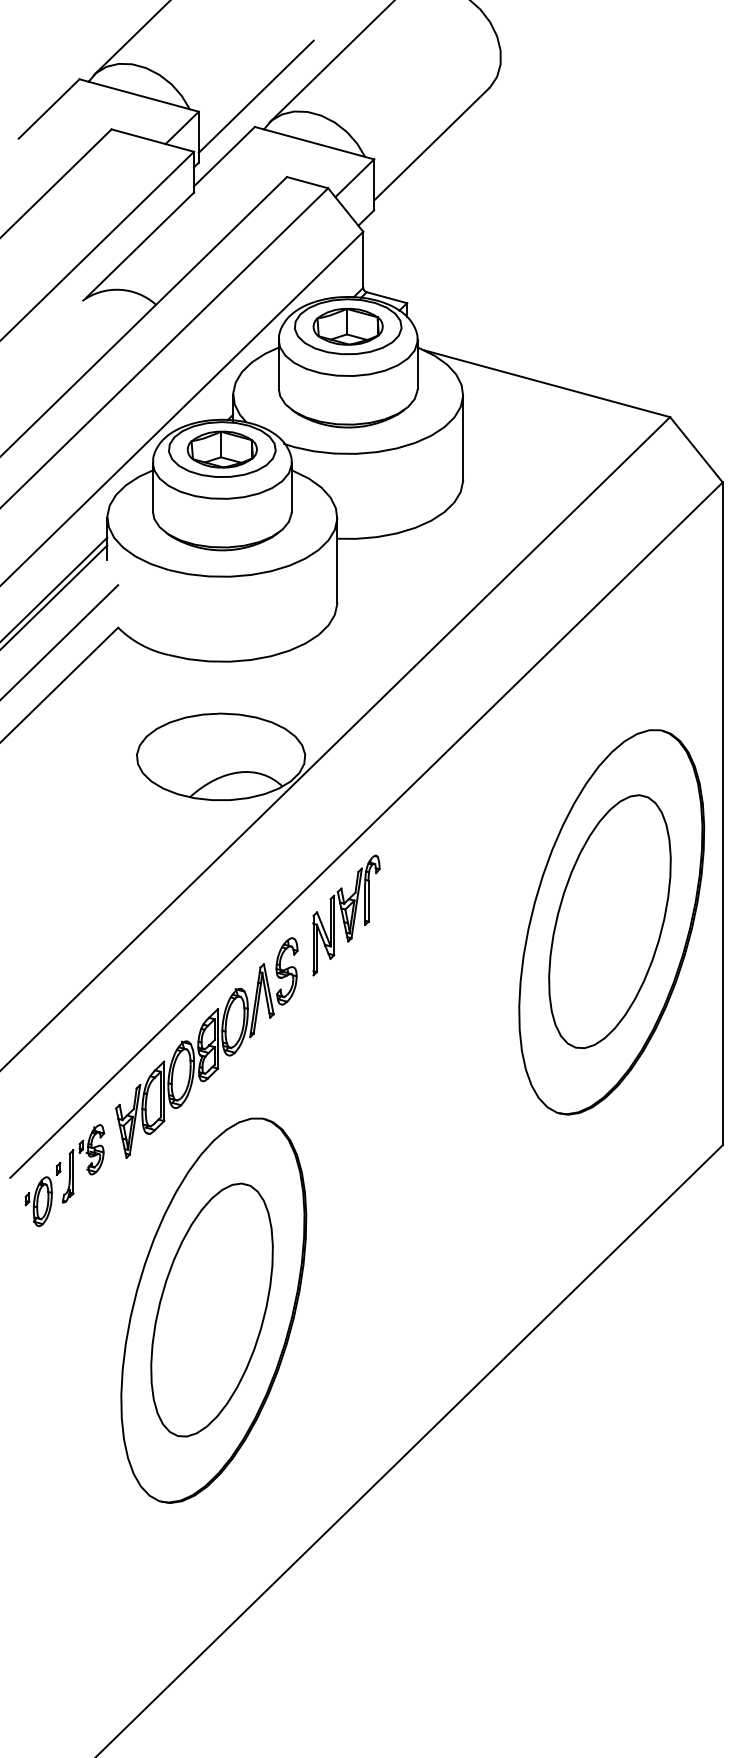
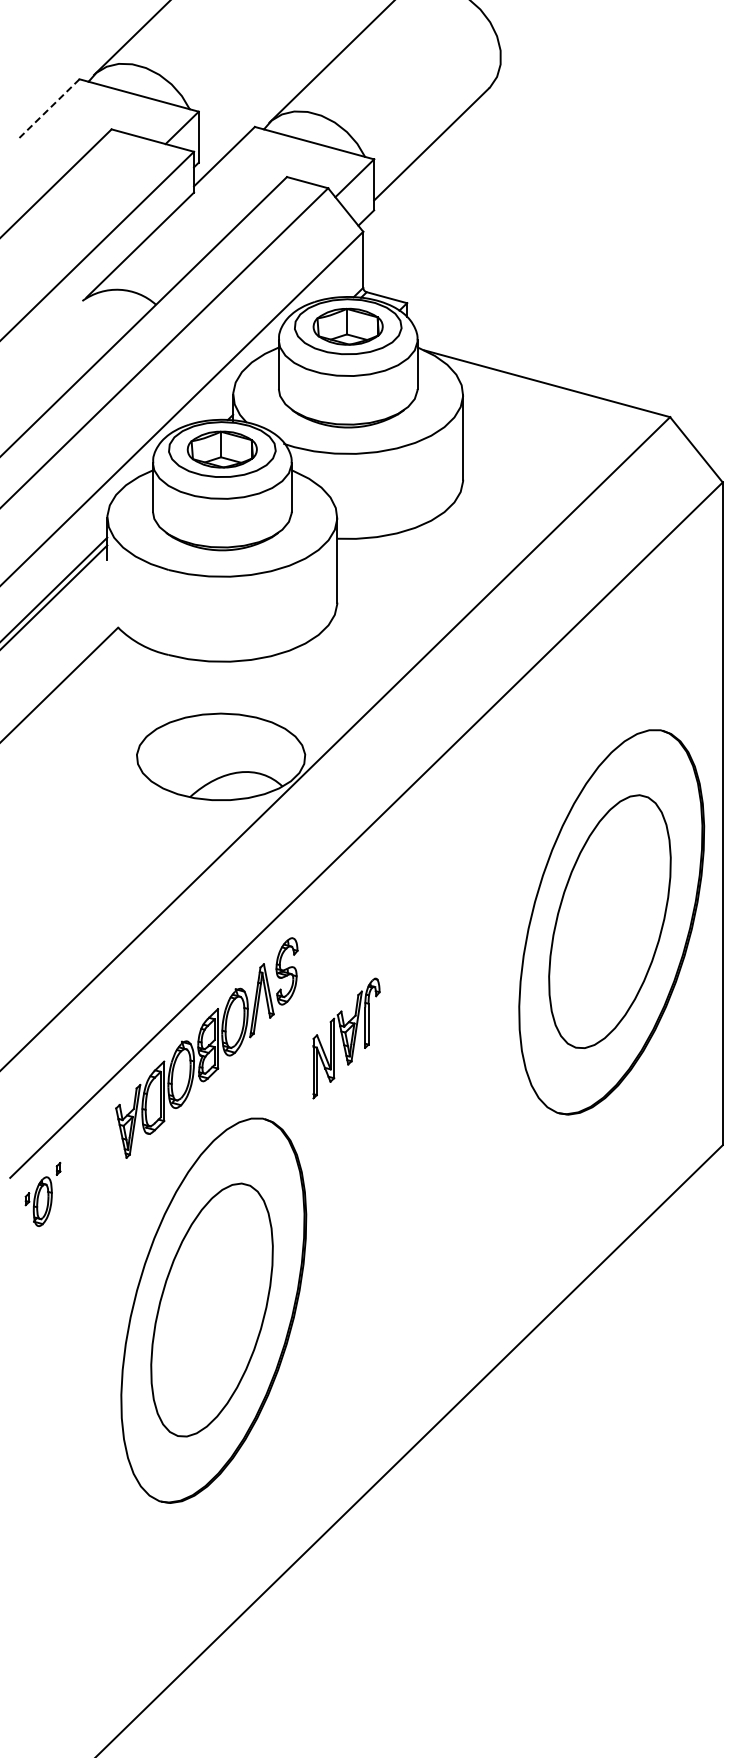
line at (255, 96): present -> none
line at (49, 109): solid -> dashed
line at (60, 641): present -> none
part at (346, 915) position: (346, 915) -> (346, 1038)
part at (83, 1163): present -> none
